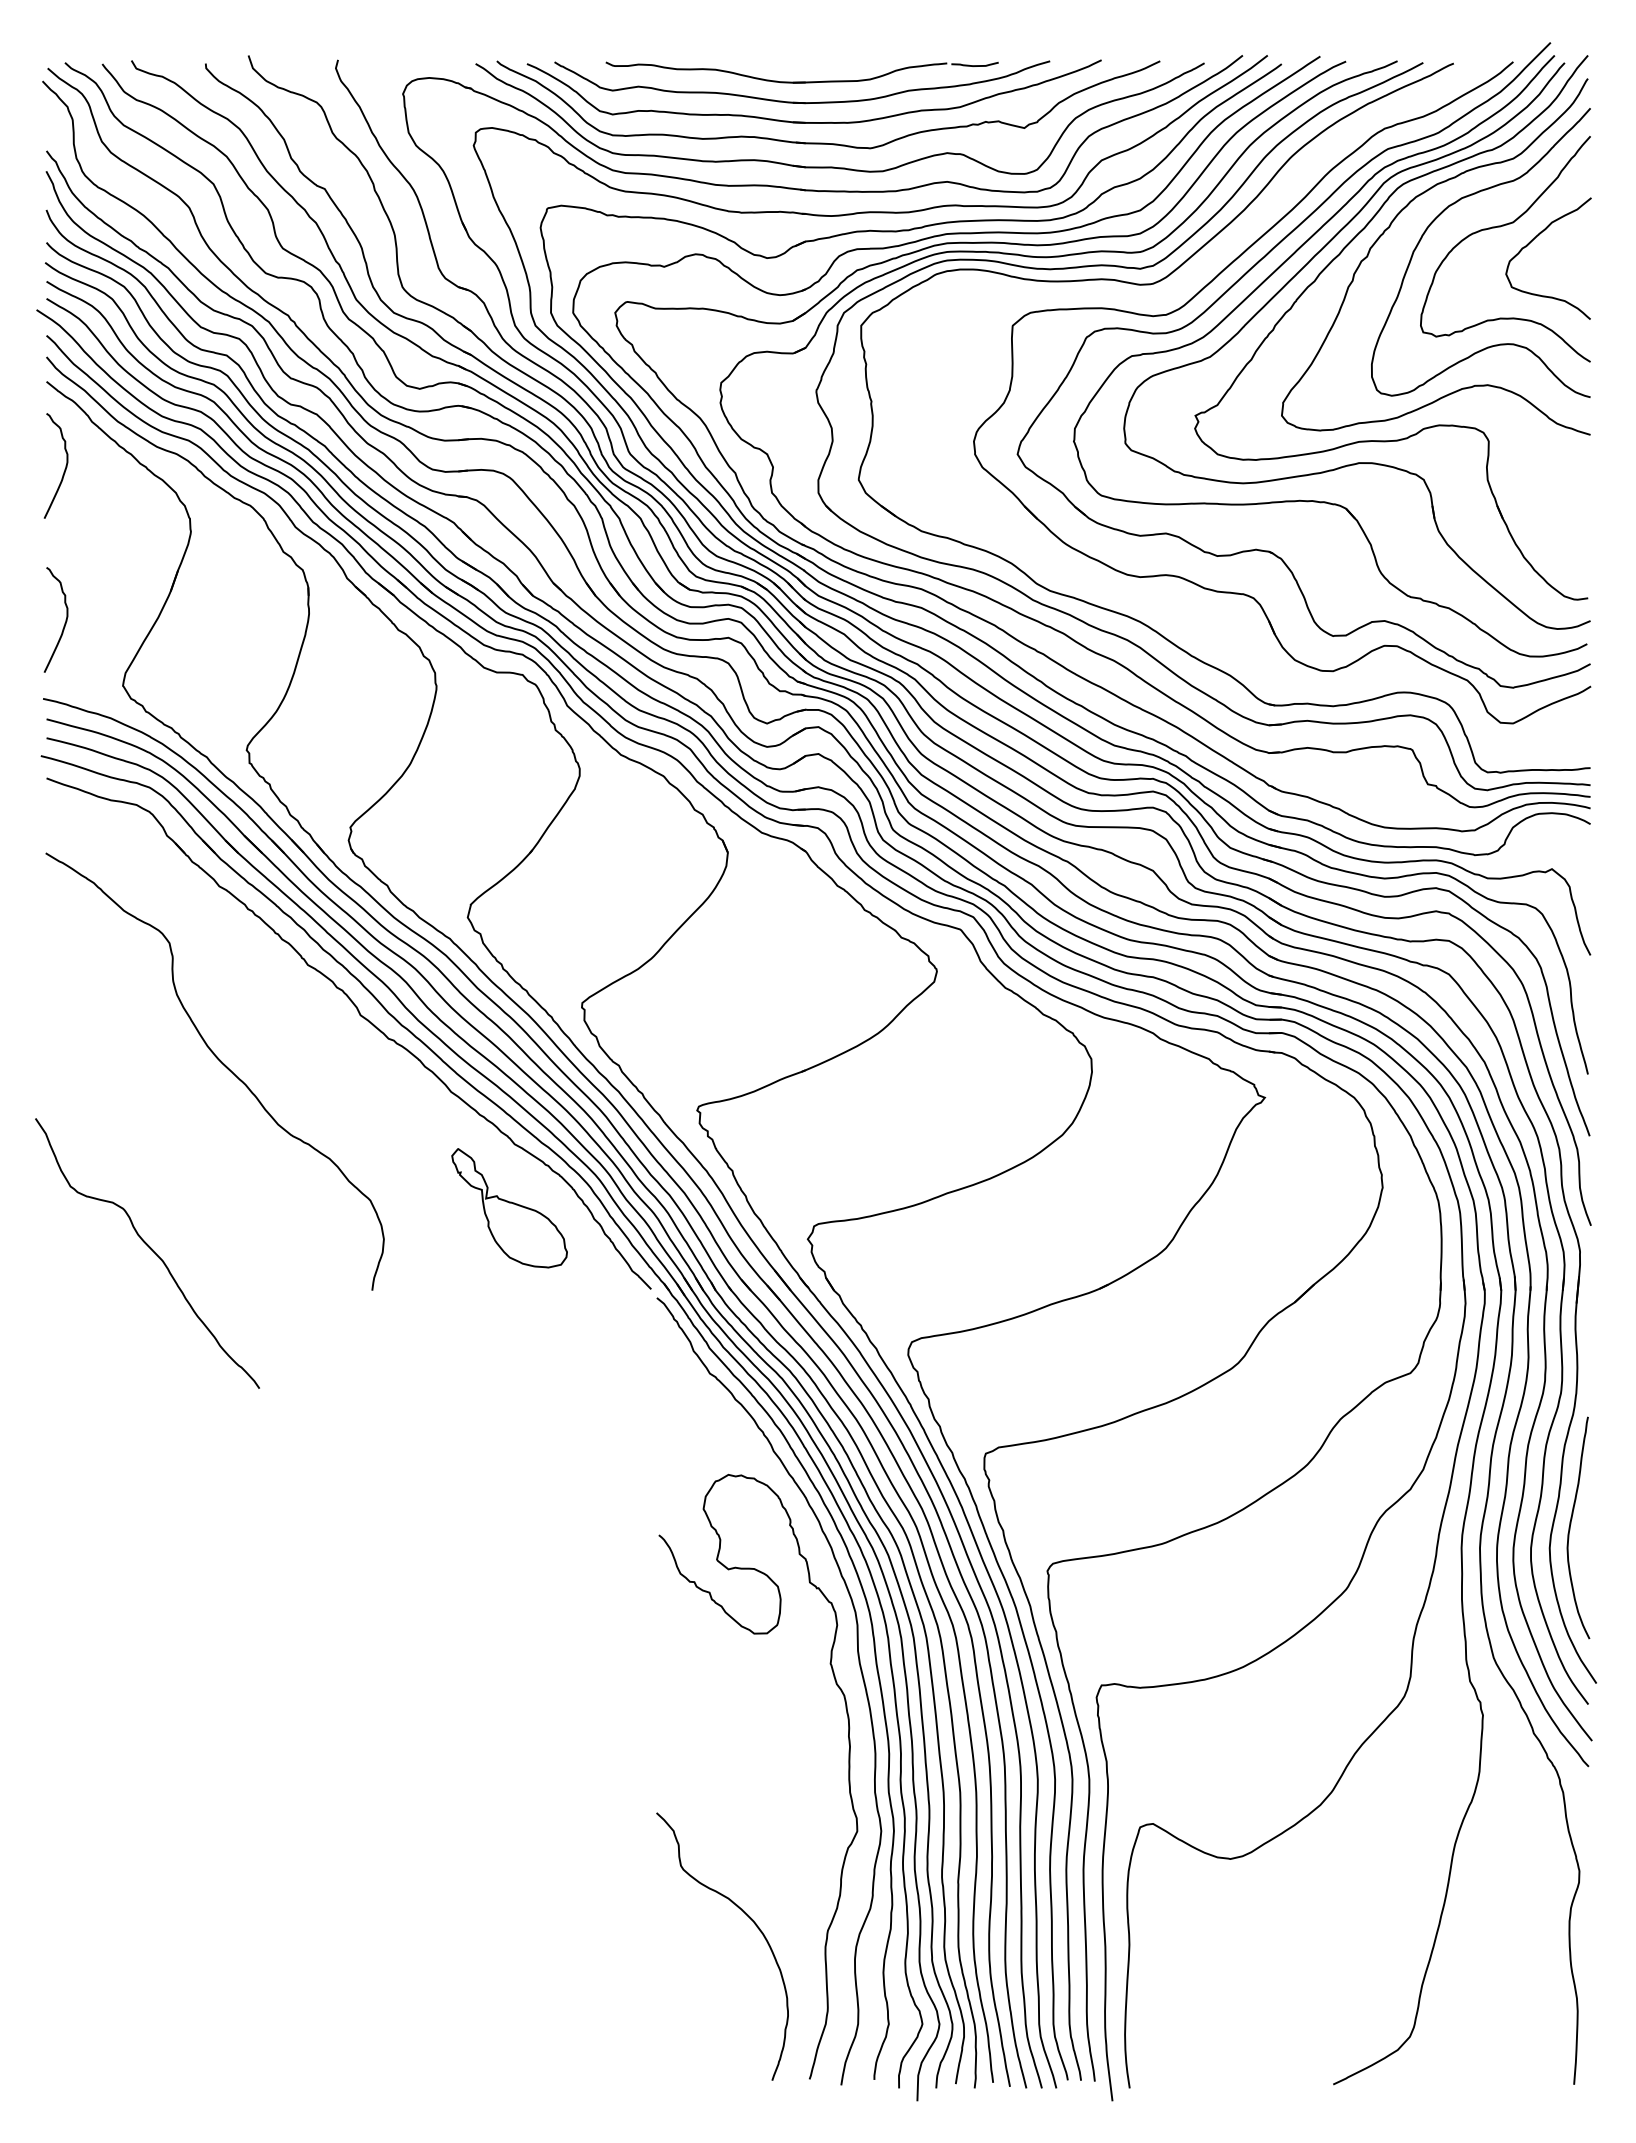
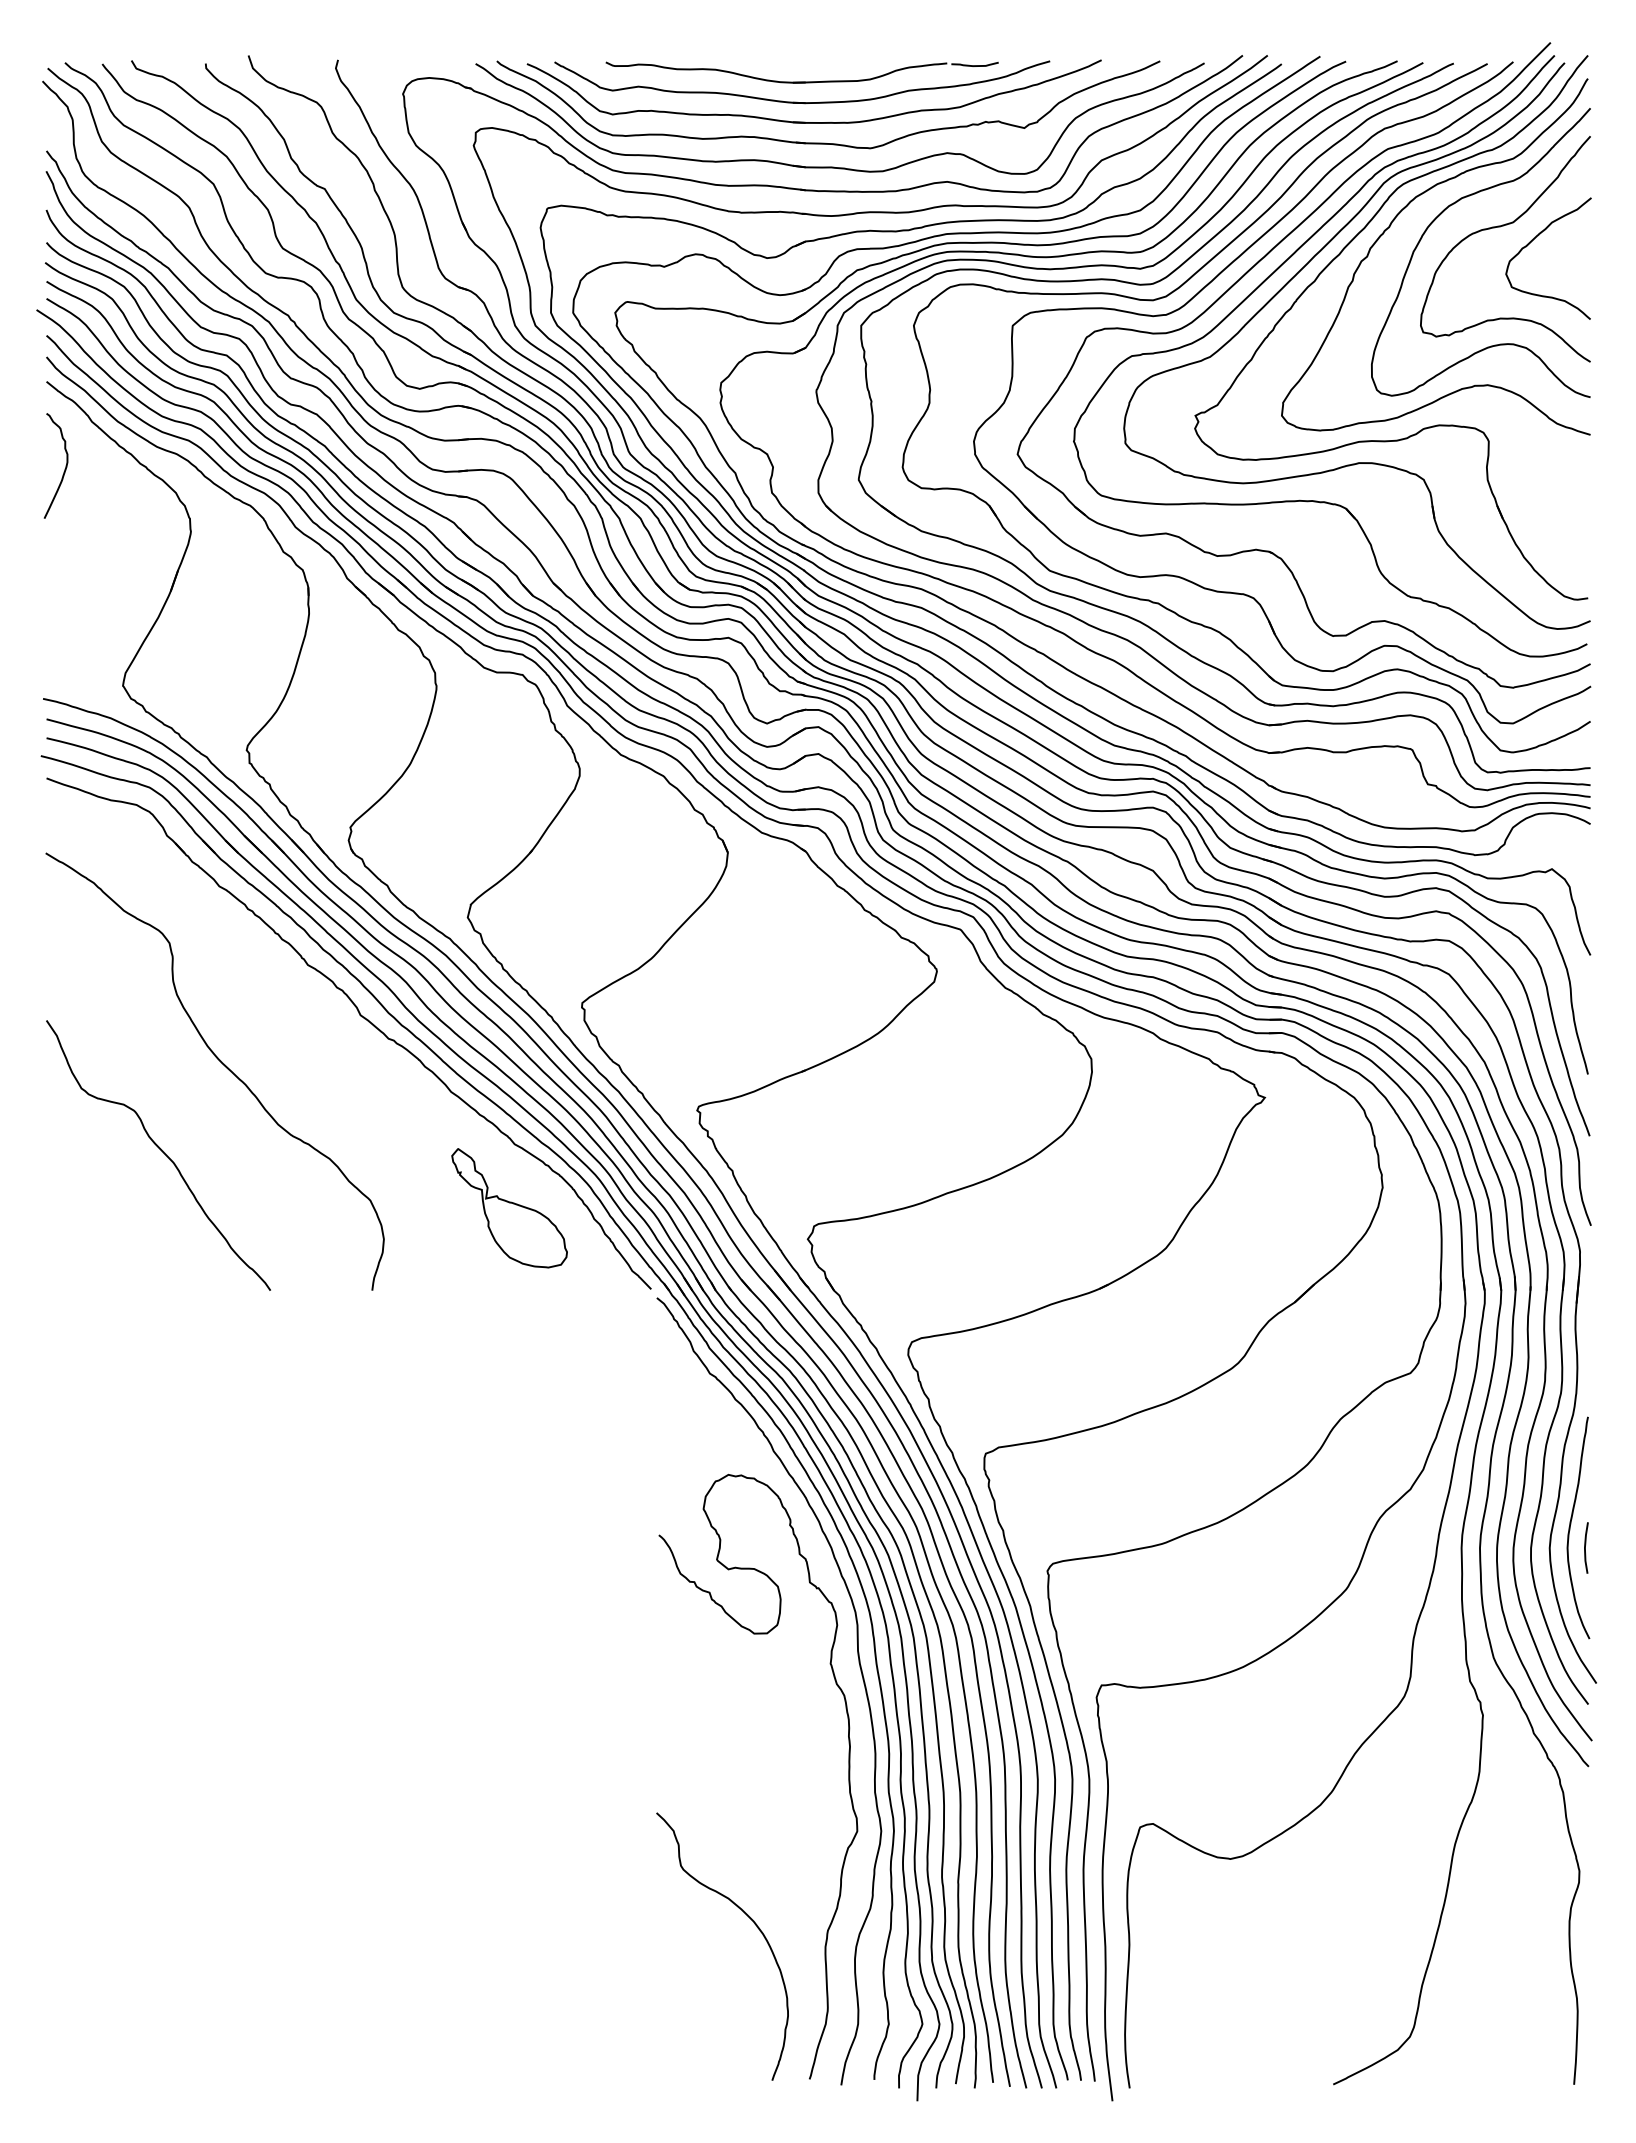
part at (1169, 295): none -> present
curve at (64, 623): present -> none
curve at (150, 1249) position: (150, 1249) -> (161, 1151)
line at (1585, 1547): none -> present
